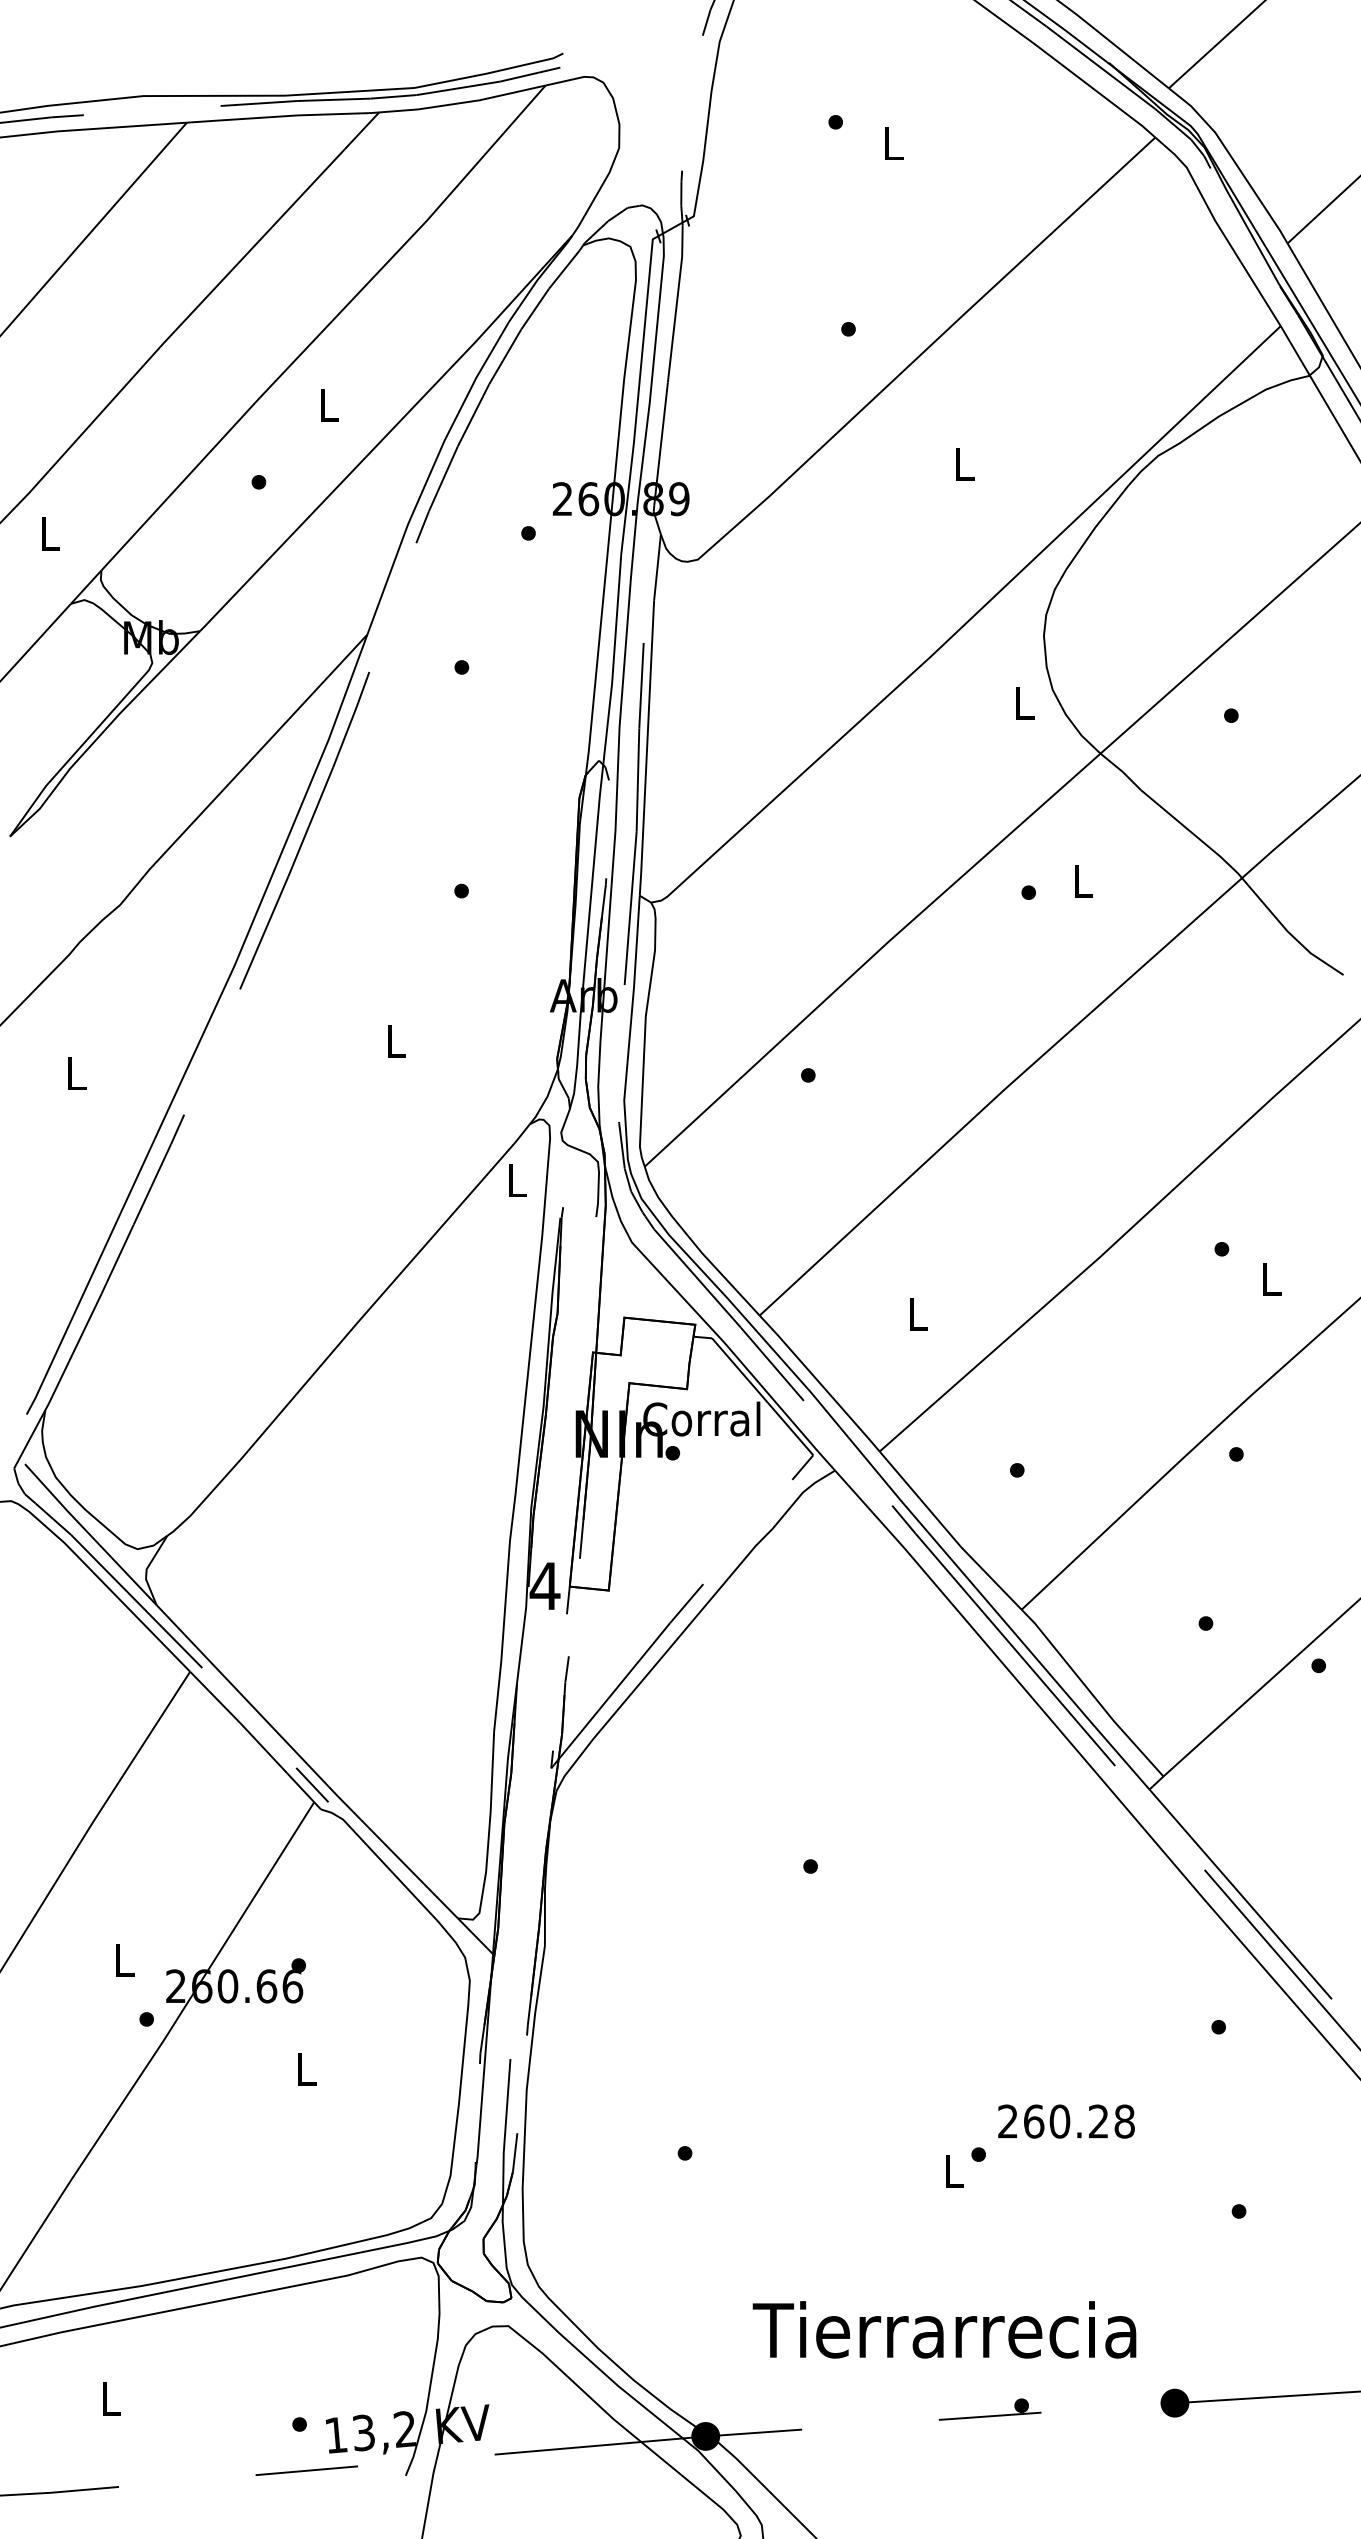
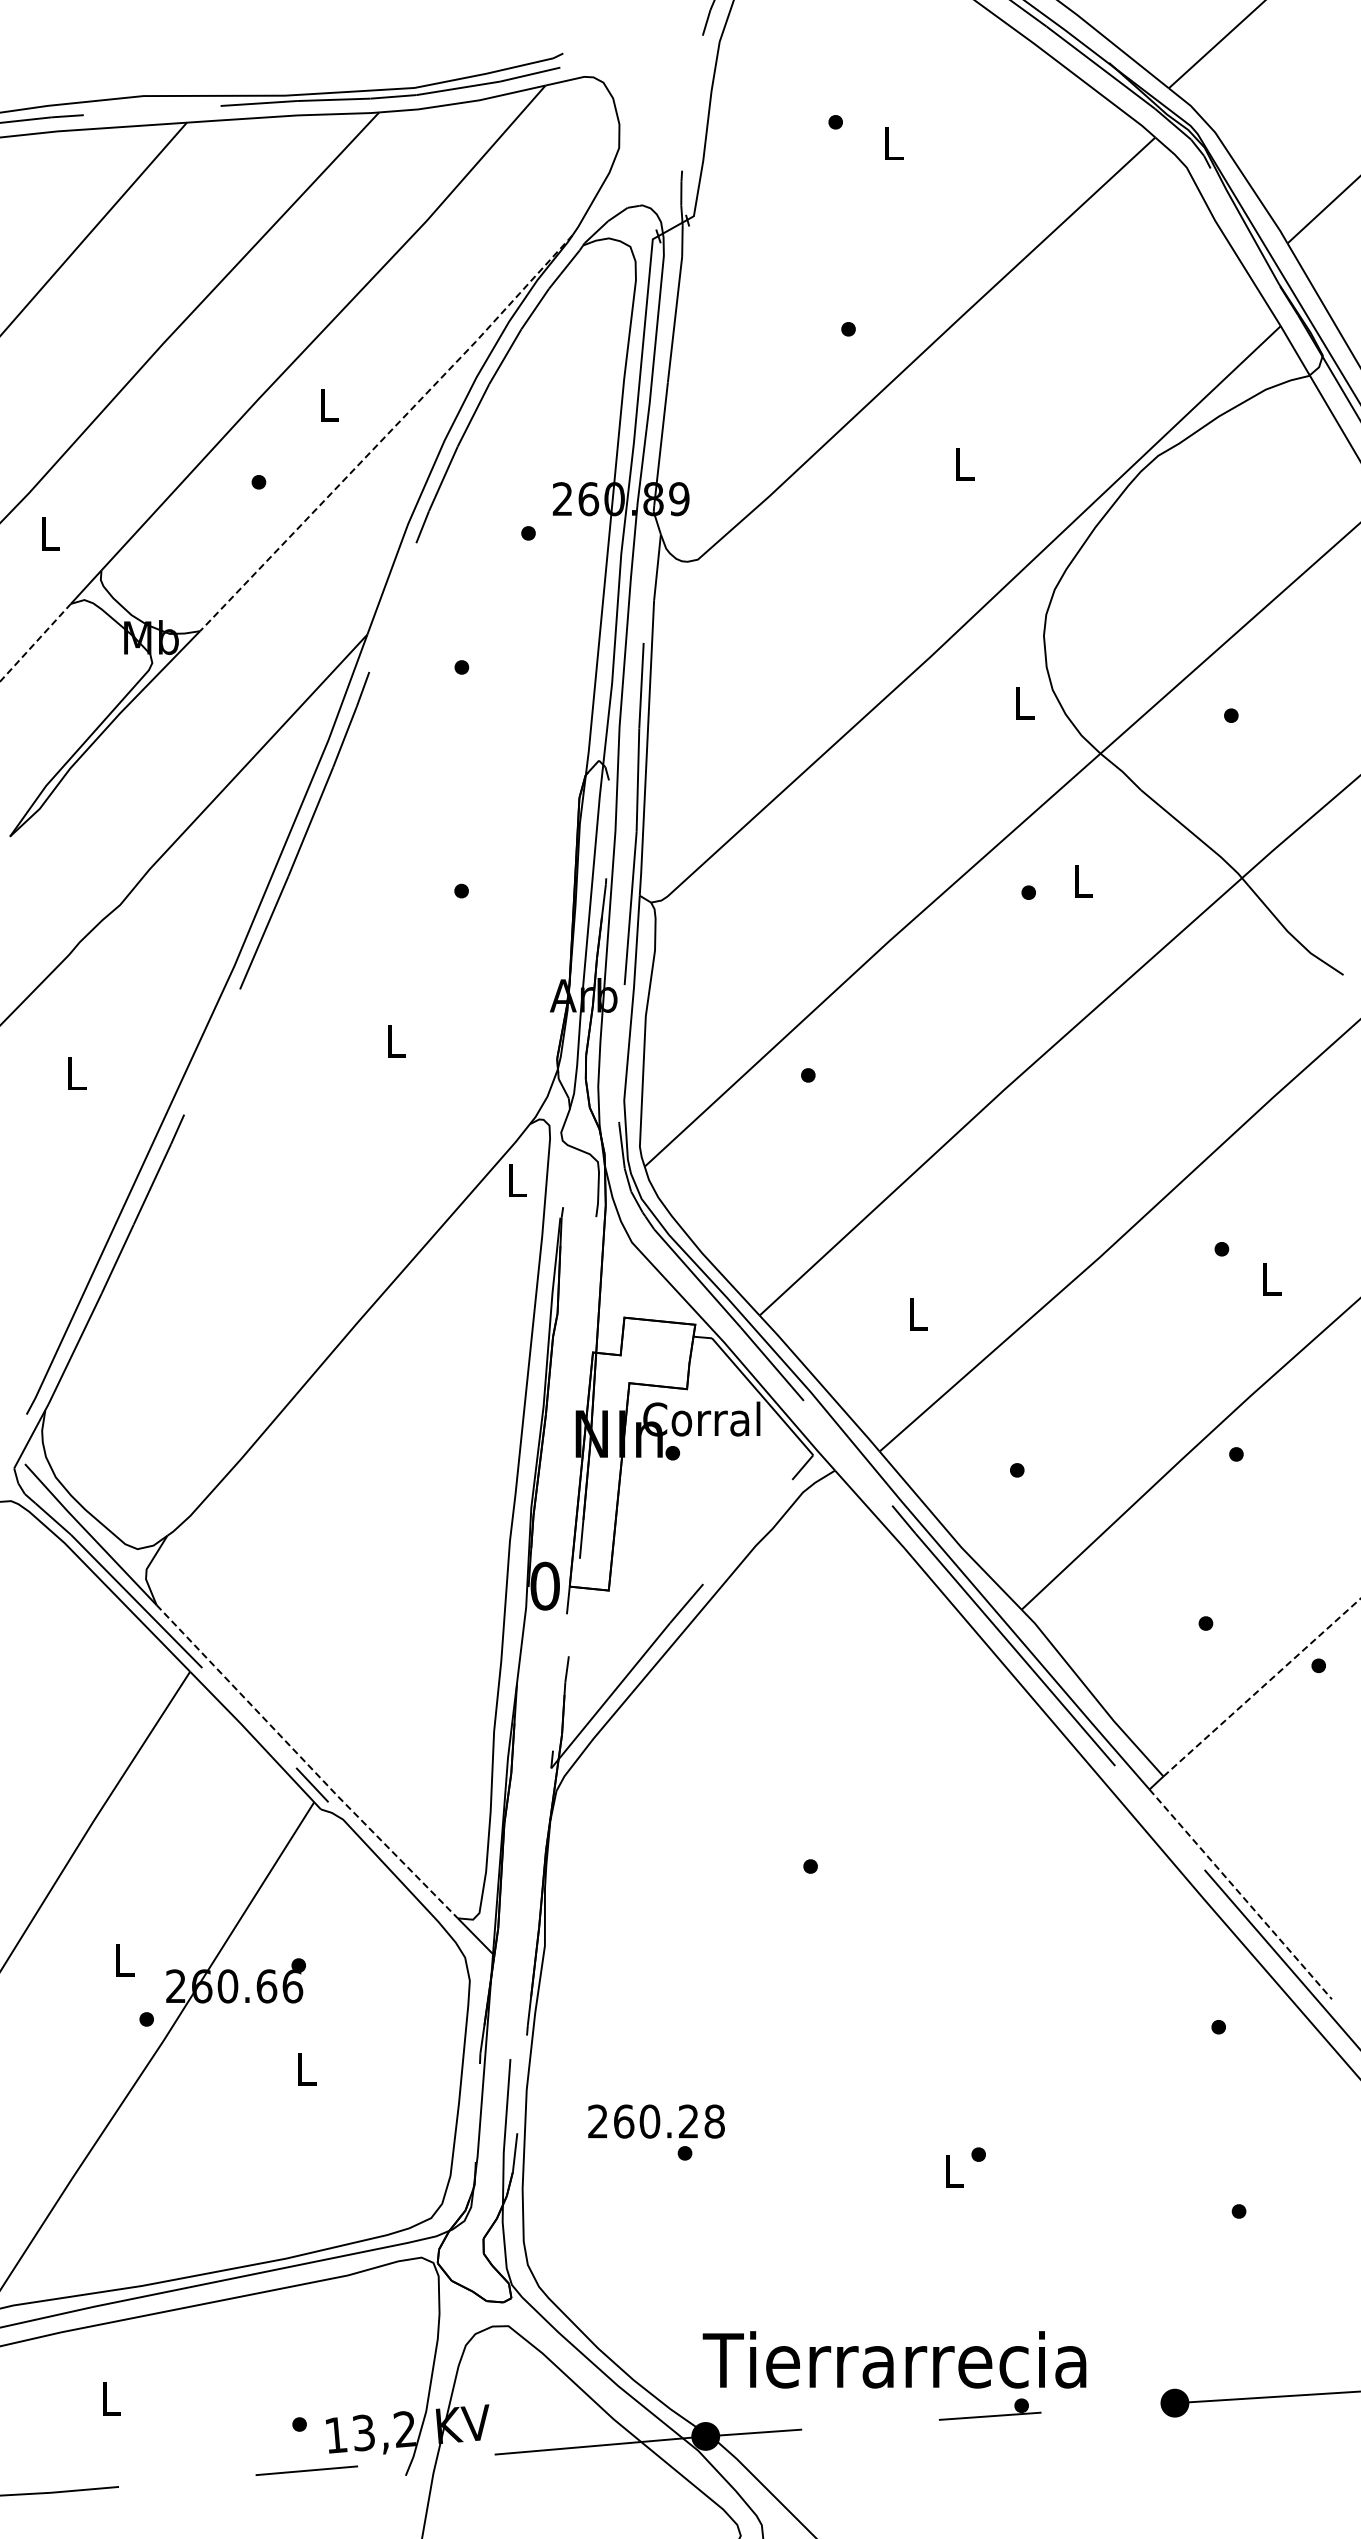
line at (387, 434): solid -> dashed
line at (35, 642): solid -> dashed
text at (544, 1585): 4 -> 0
line at (1262, 1687): solid -> dashed
line at (306, 1763): solid -> dashed
line at (1240, 1894): solid -> dashed
text at (1066, 2121) position: (1066, 2121) -> (656, 2121)
text at (944, 2329) position: (944, 2329) -> (894, 2359)
